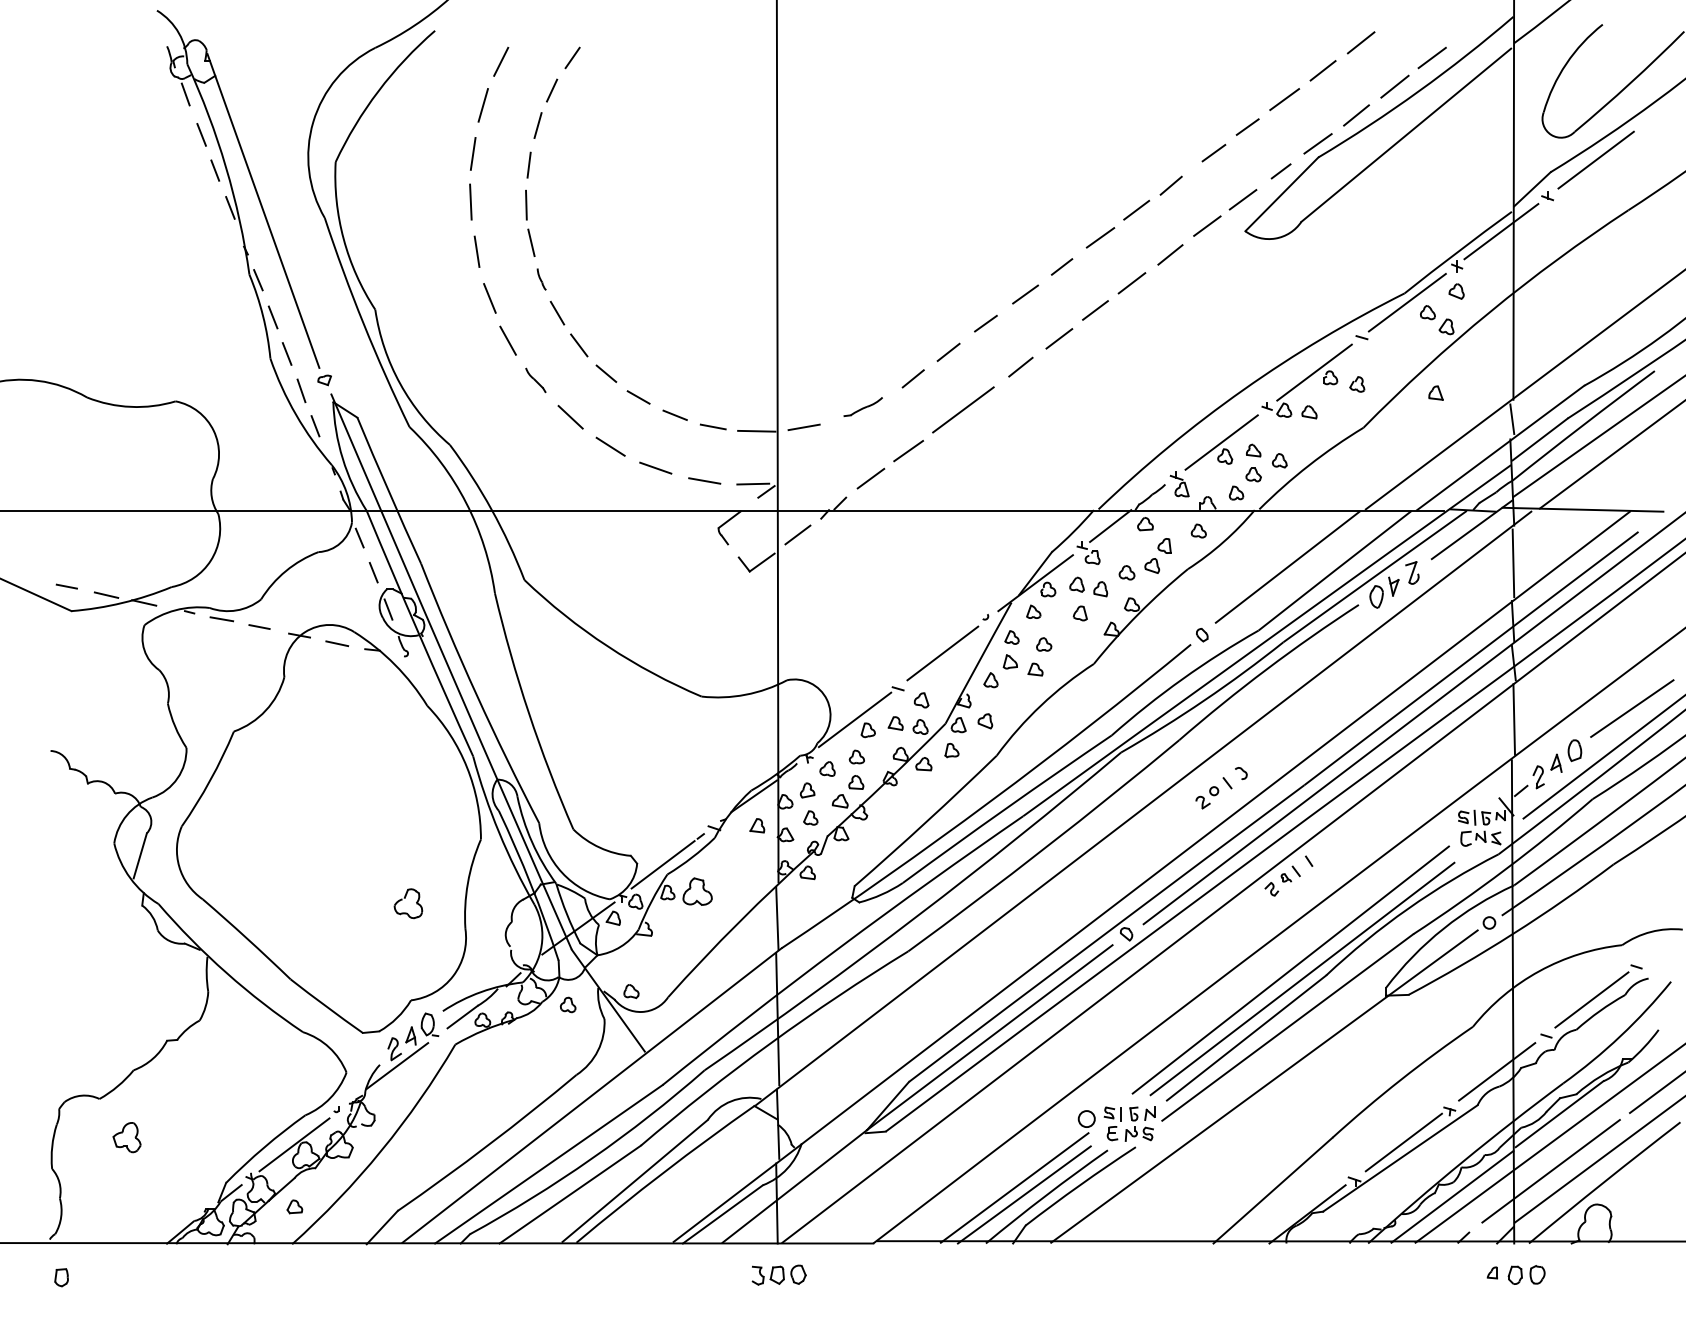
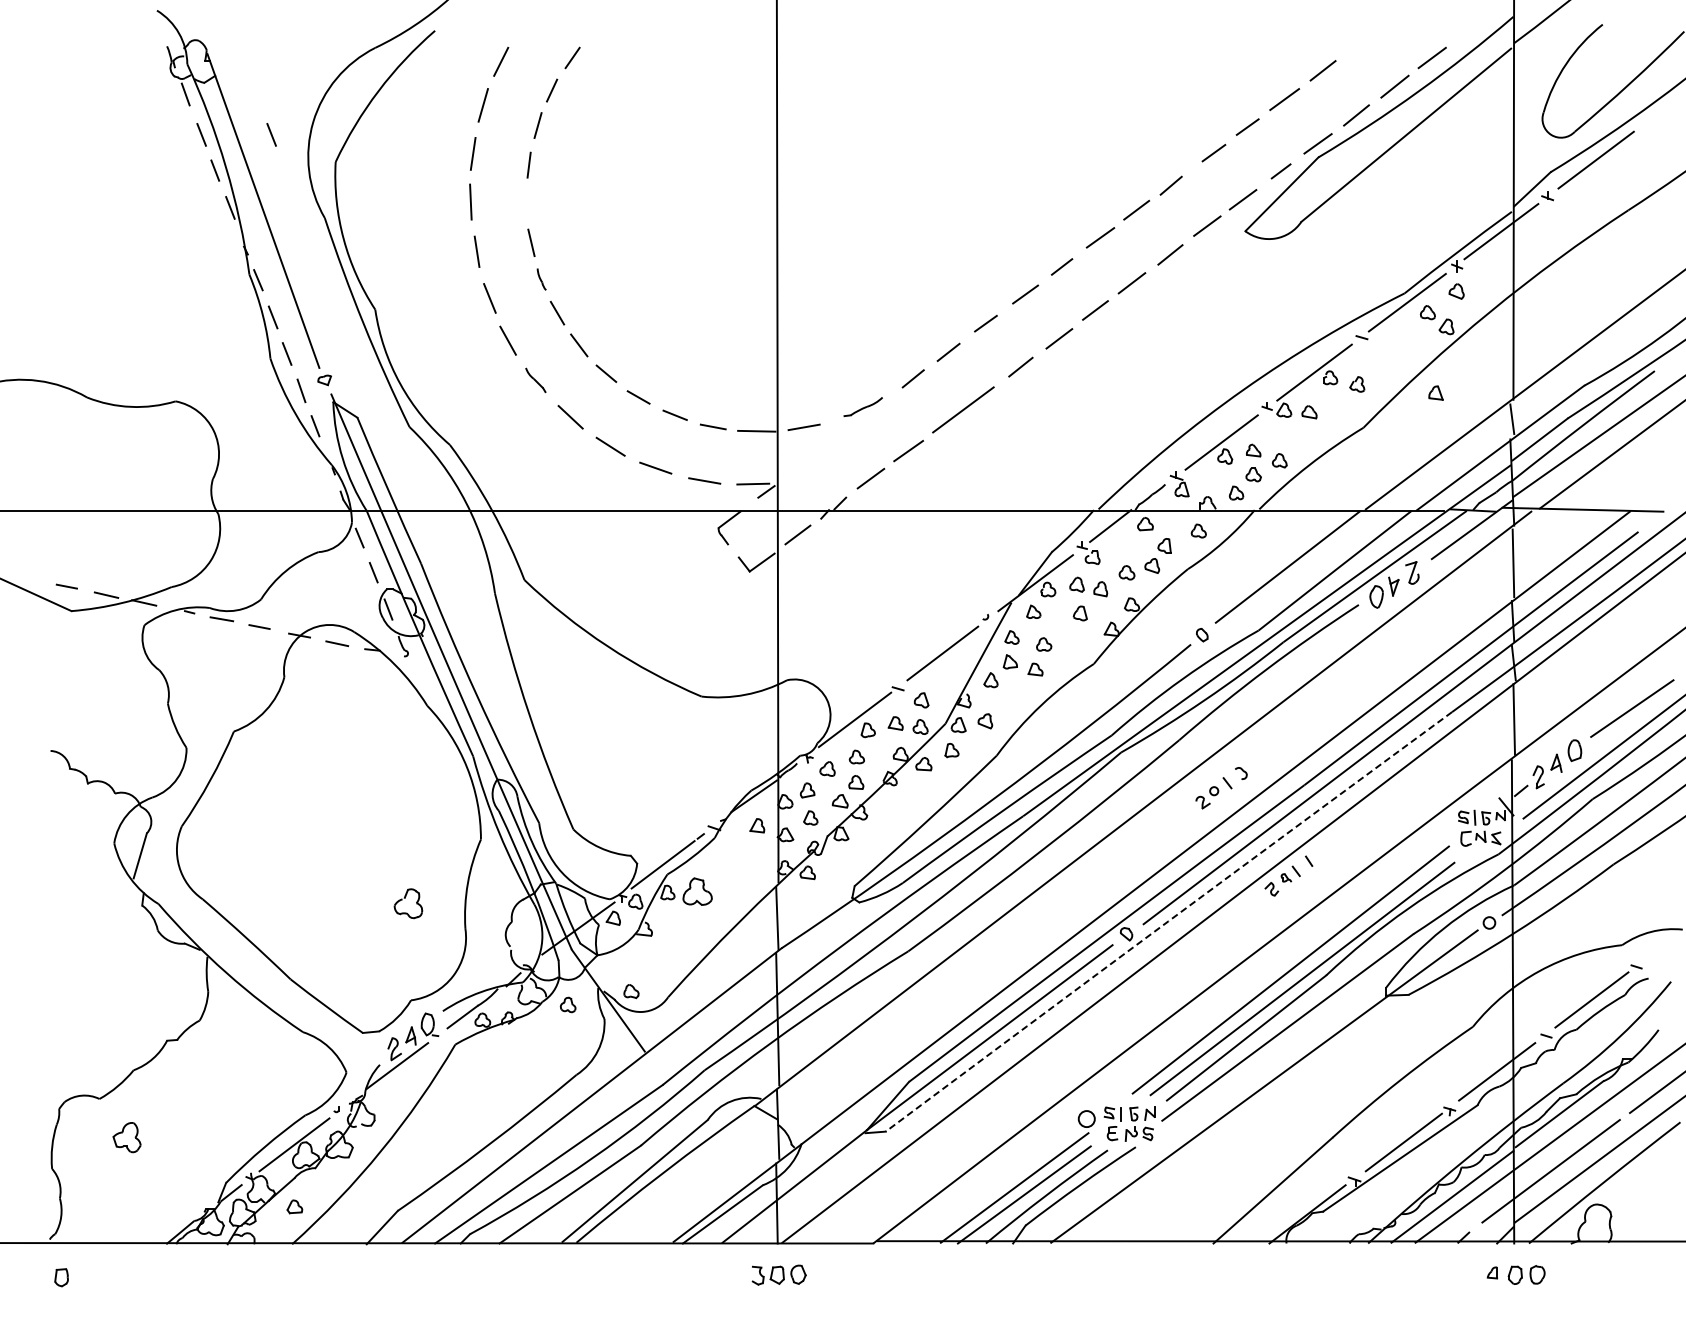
line at (1360, 42): present -> none
line at (271, 134): none -> present
line at (526, 204): present -> none
arc at (1168, 921): solid -> dashed
